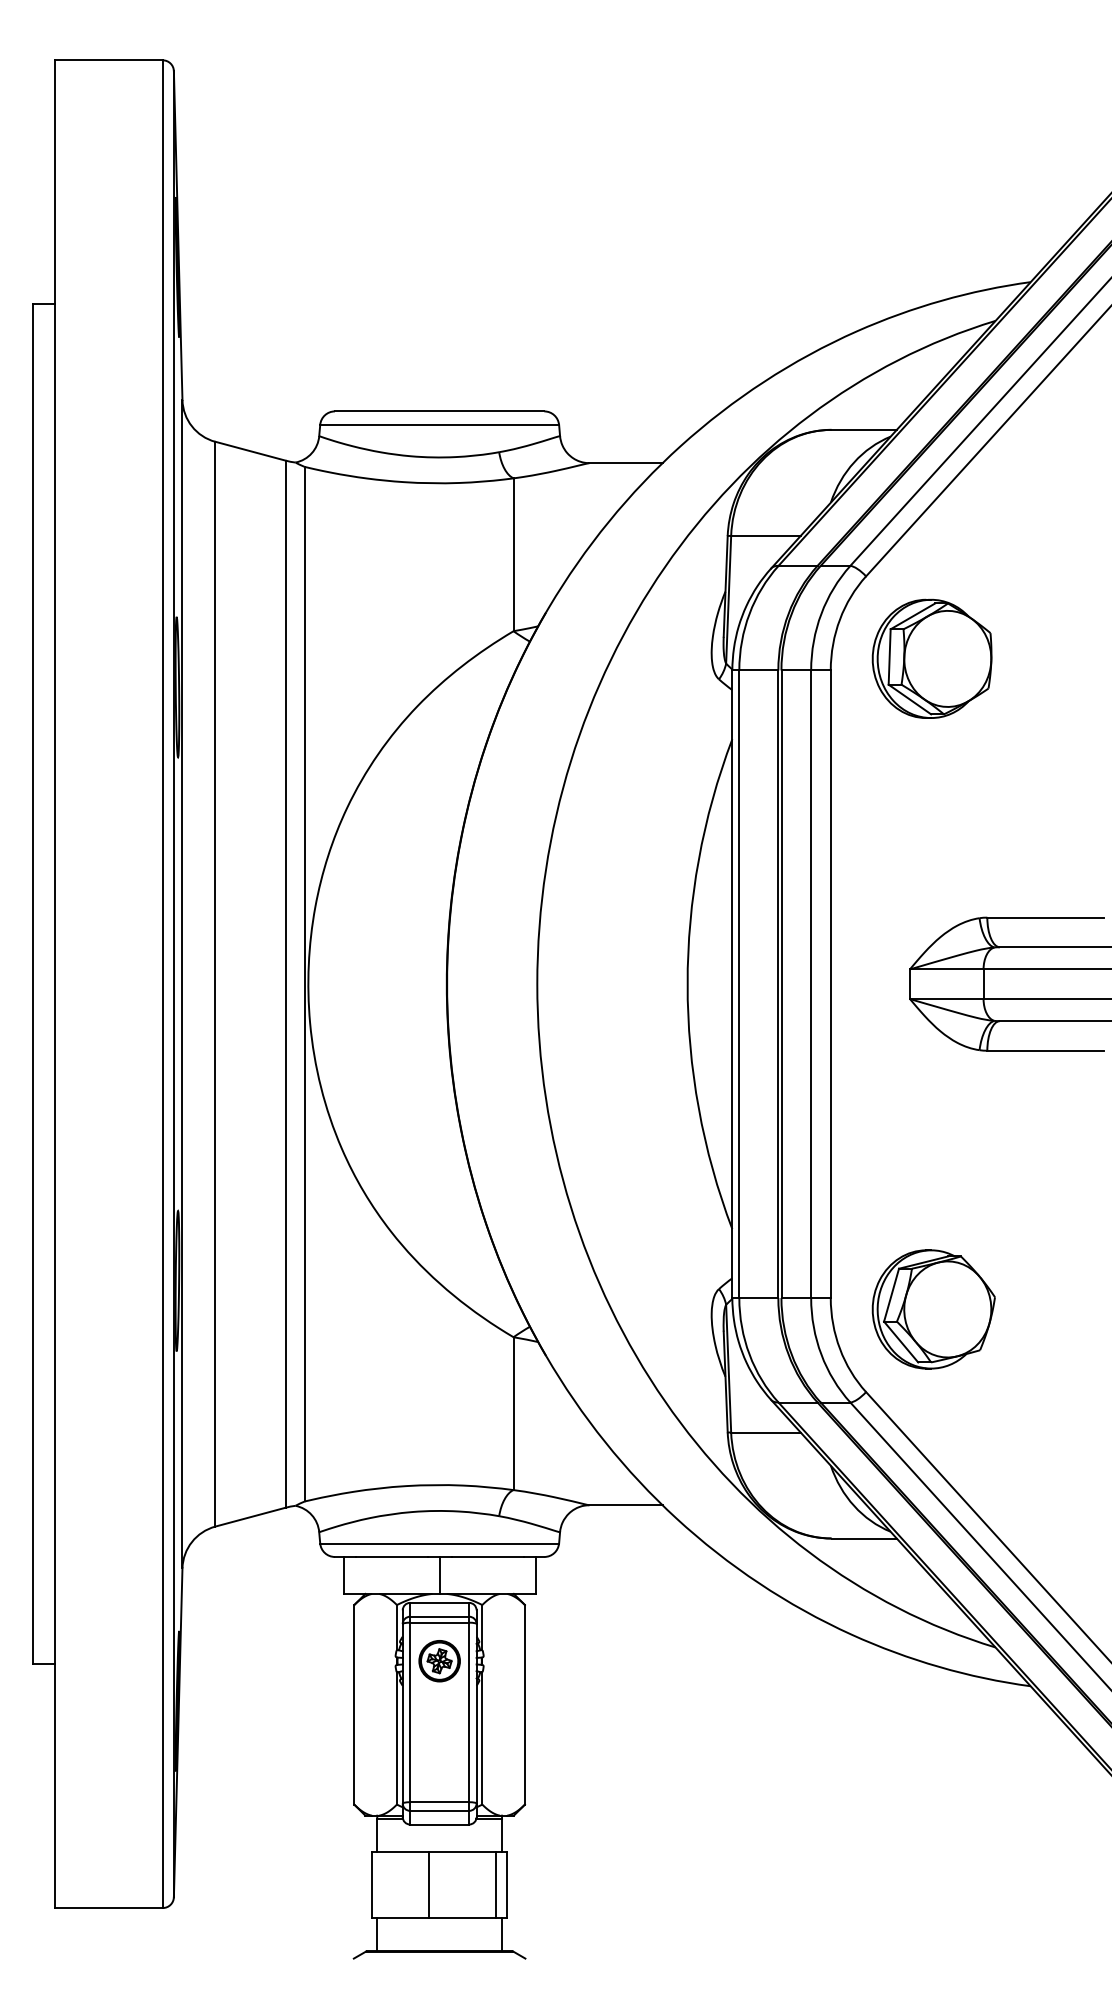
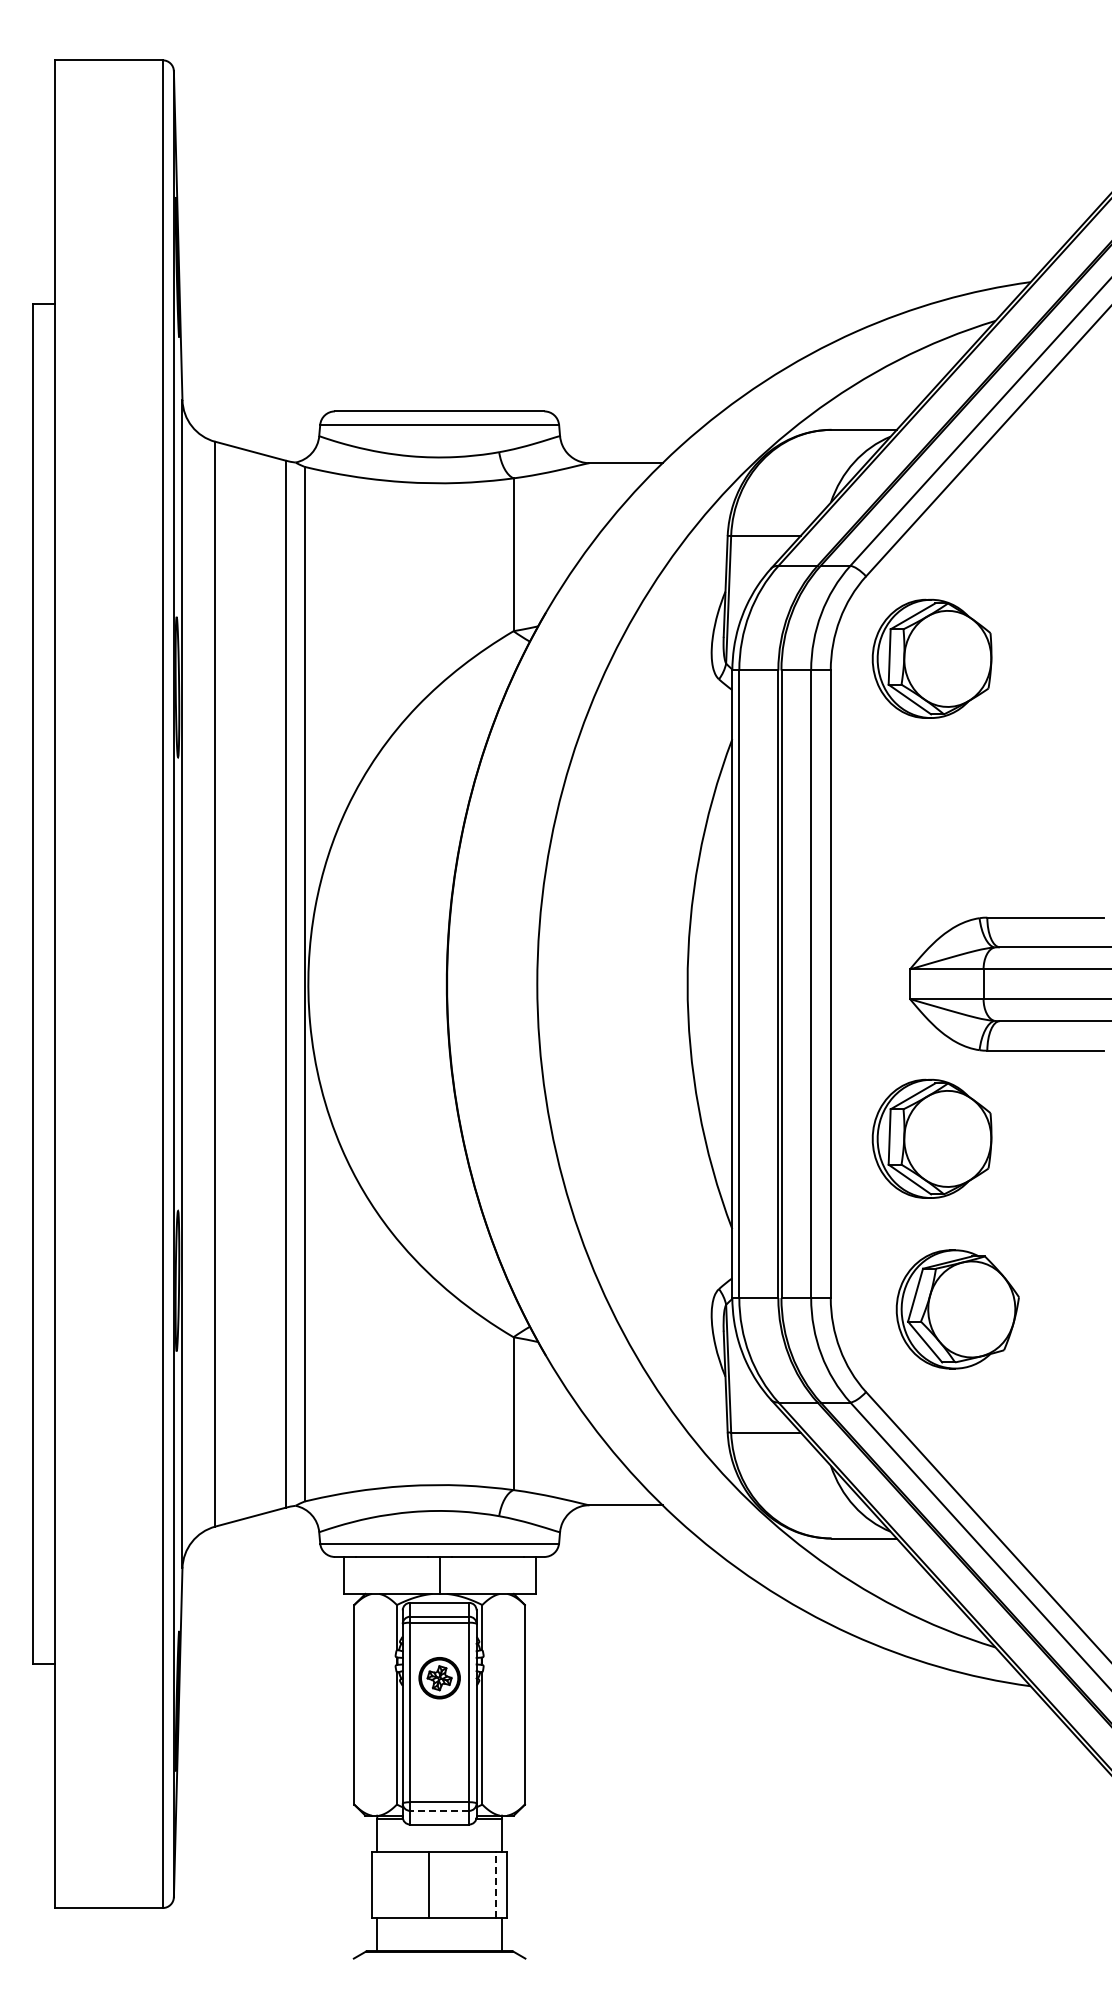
part at (931, 1138): none -> present
part at (933, 1309) position: (933, 1309) -> (957, 1309)
part at (439, 1661) position: (439, 1661) -> (439, 1678)
line at (439, 1810): solid -> dashed
line at (496, 1884): solid -> dashed
